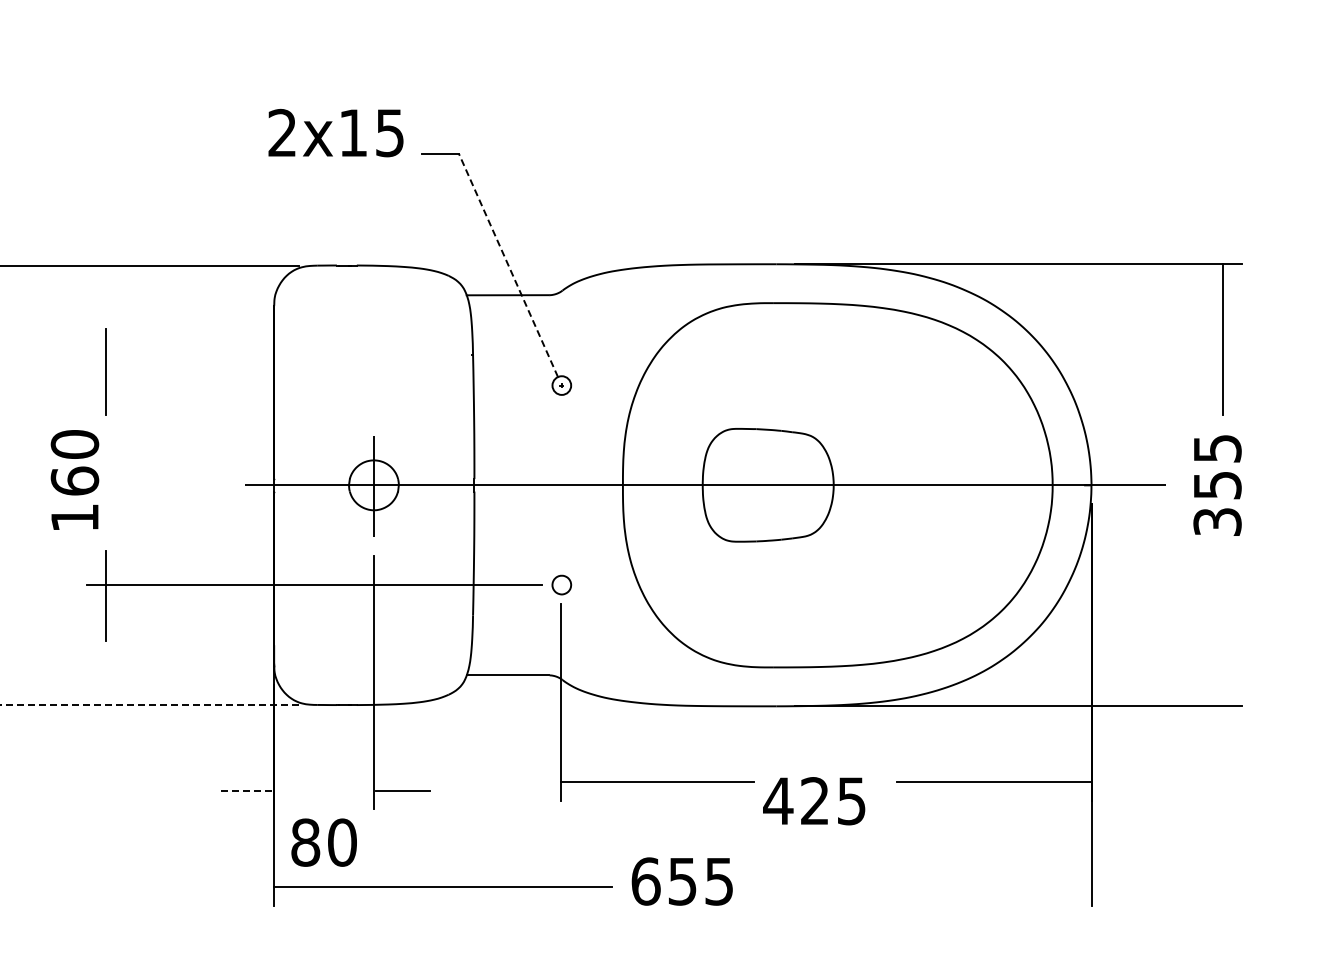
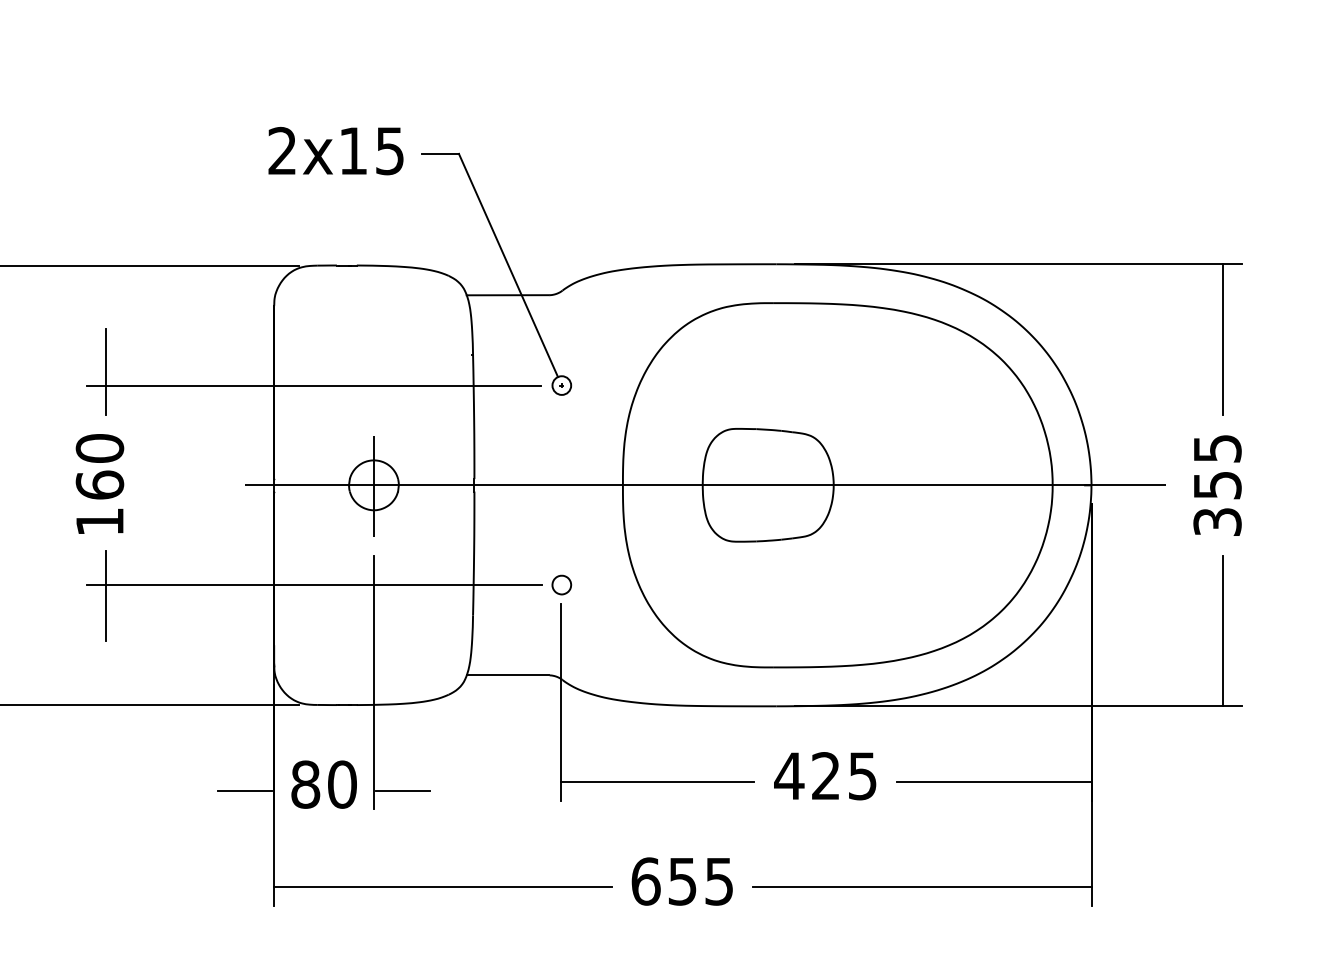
text at (335, 133) position: (335, 133) -> (335, 151)
line at (508, 264): dashed -> solid
line at (314, 385): none -> present
text at (74, 479) position: (74, 479) -> (99, 483)
line at (1223, 630): none -> present
line at (149, 704): dashed -> solid
line at (245, 790): dashed -> solid
text at (814, 801) position: (814, 801) -> (825, 776)
text at (323, 842) position: (323, 842) -> (323, 784)
line at (922, 887): none -> present
